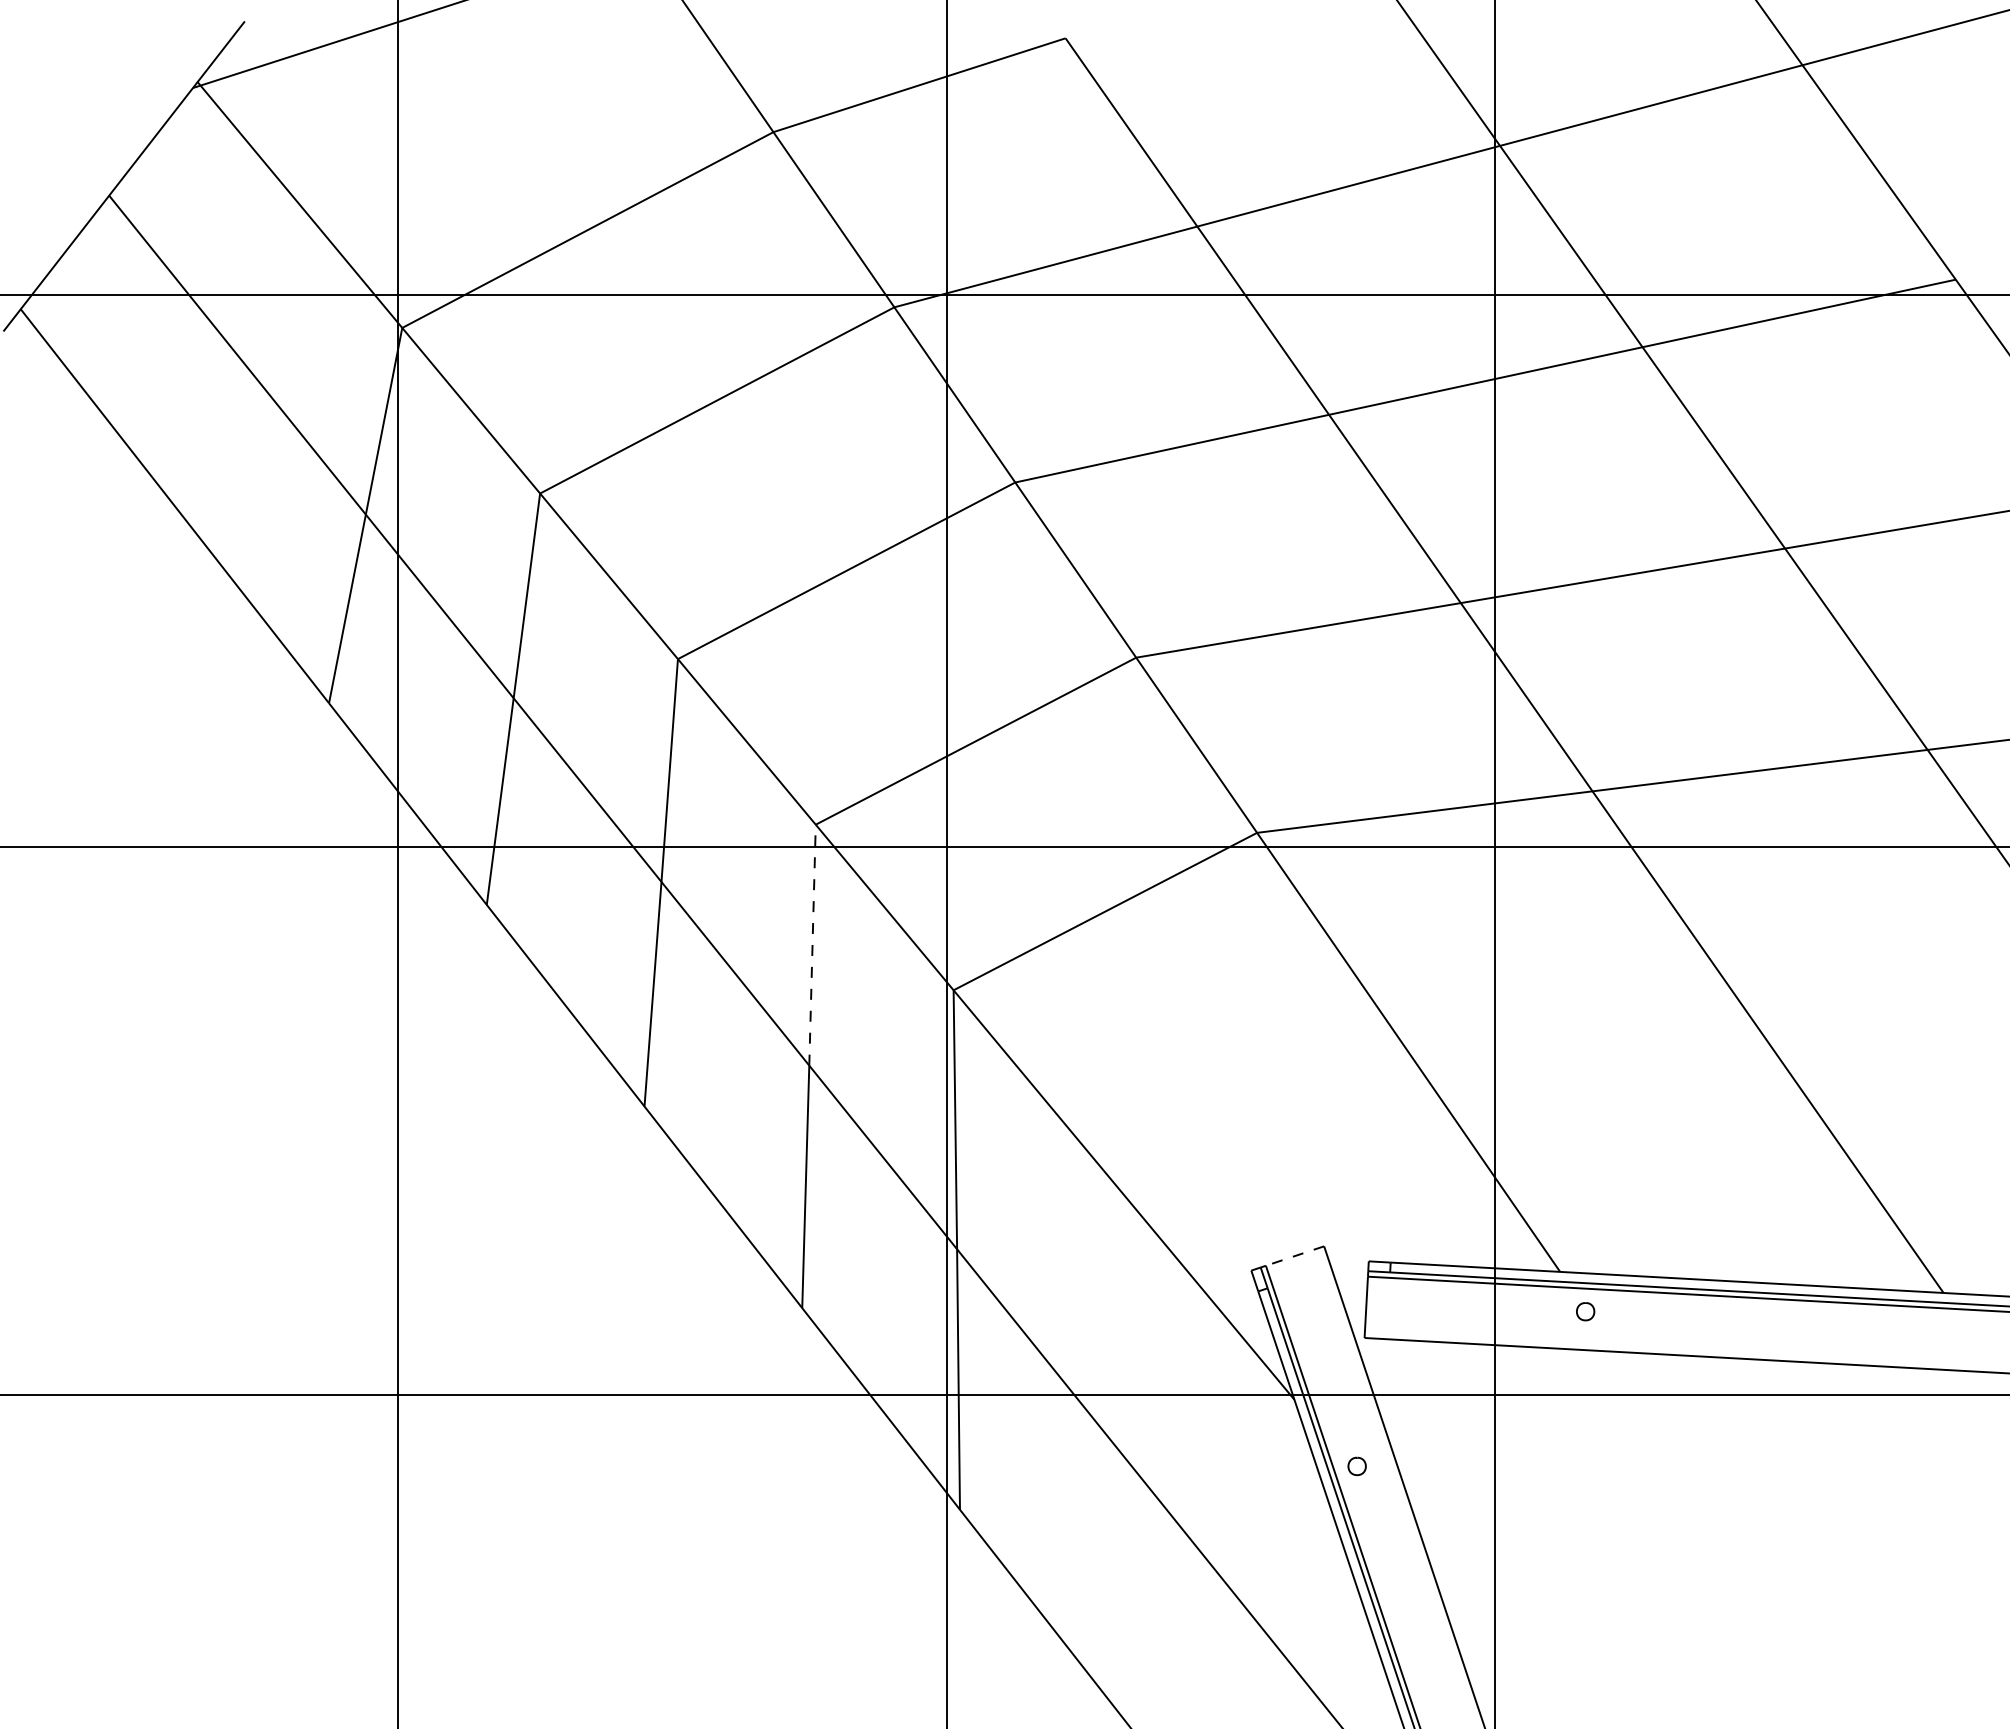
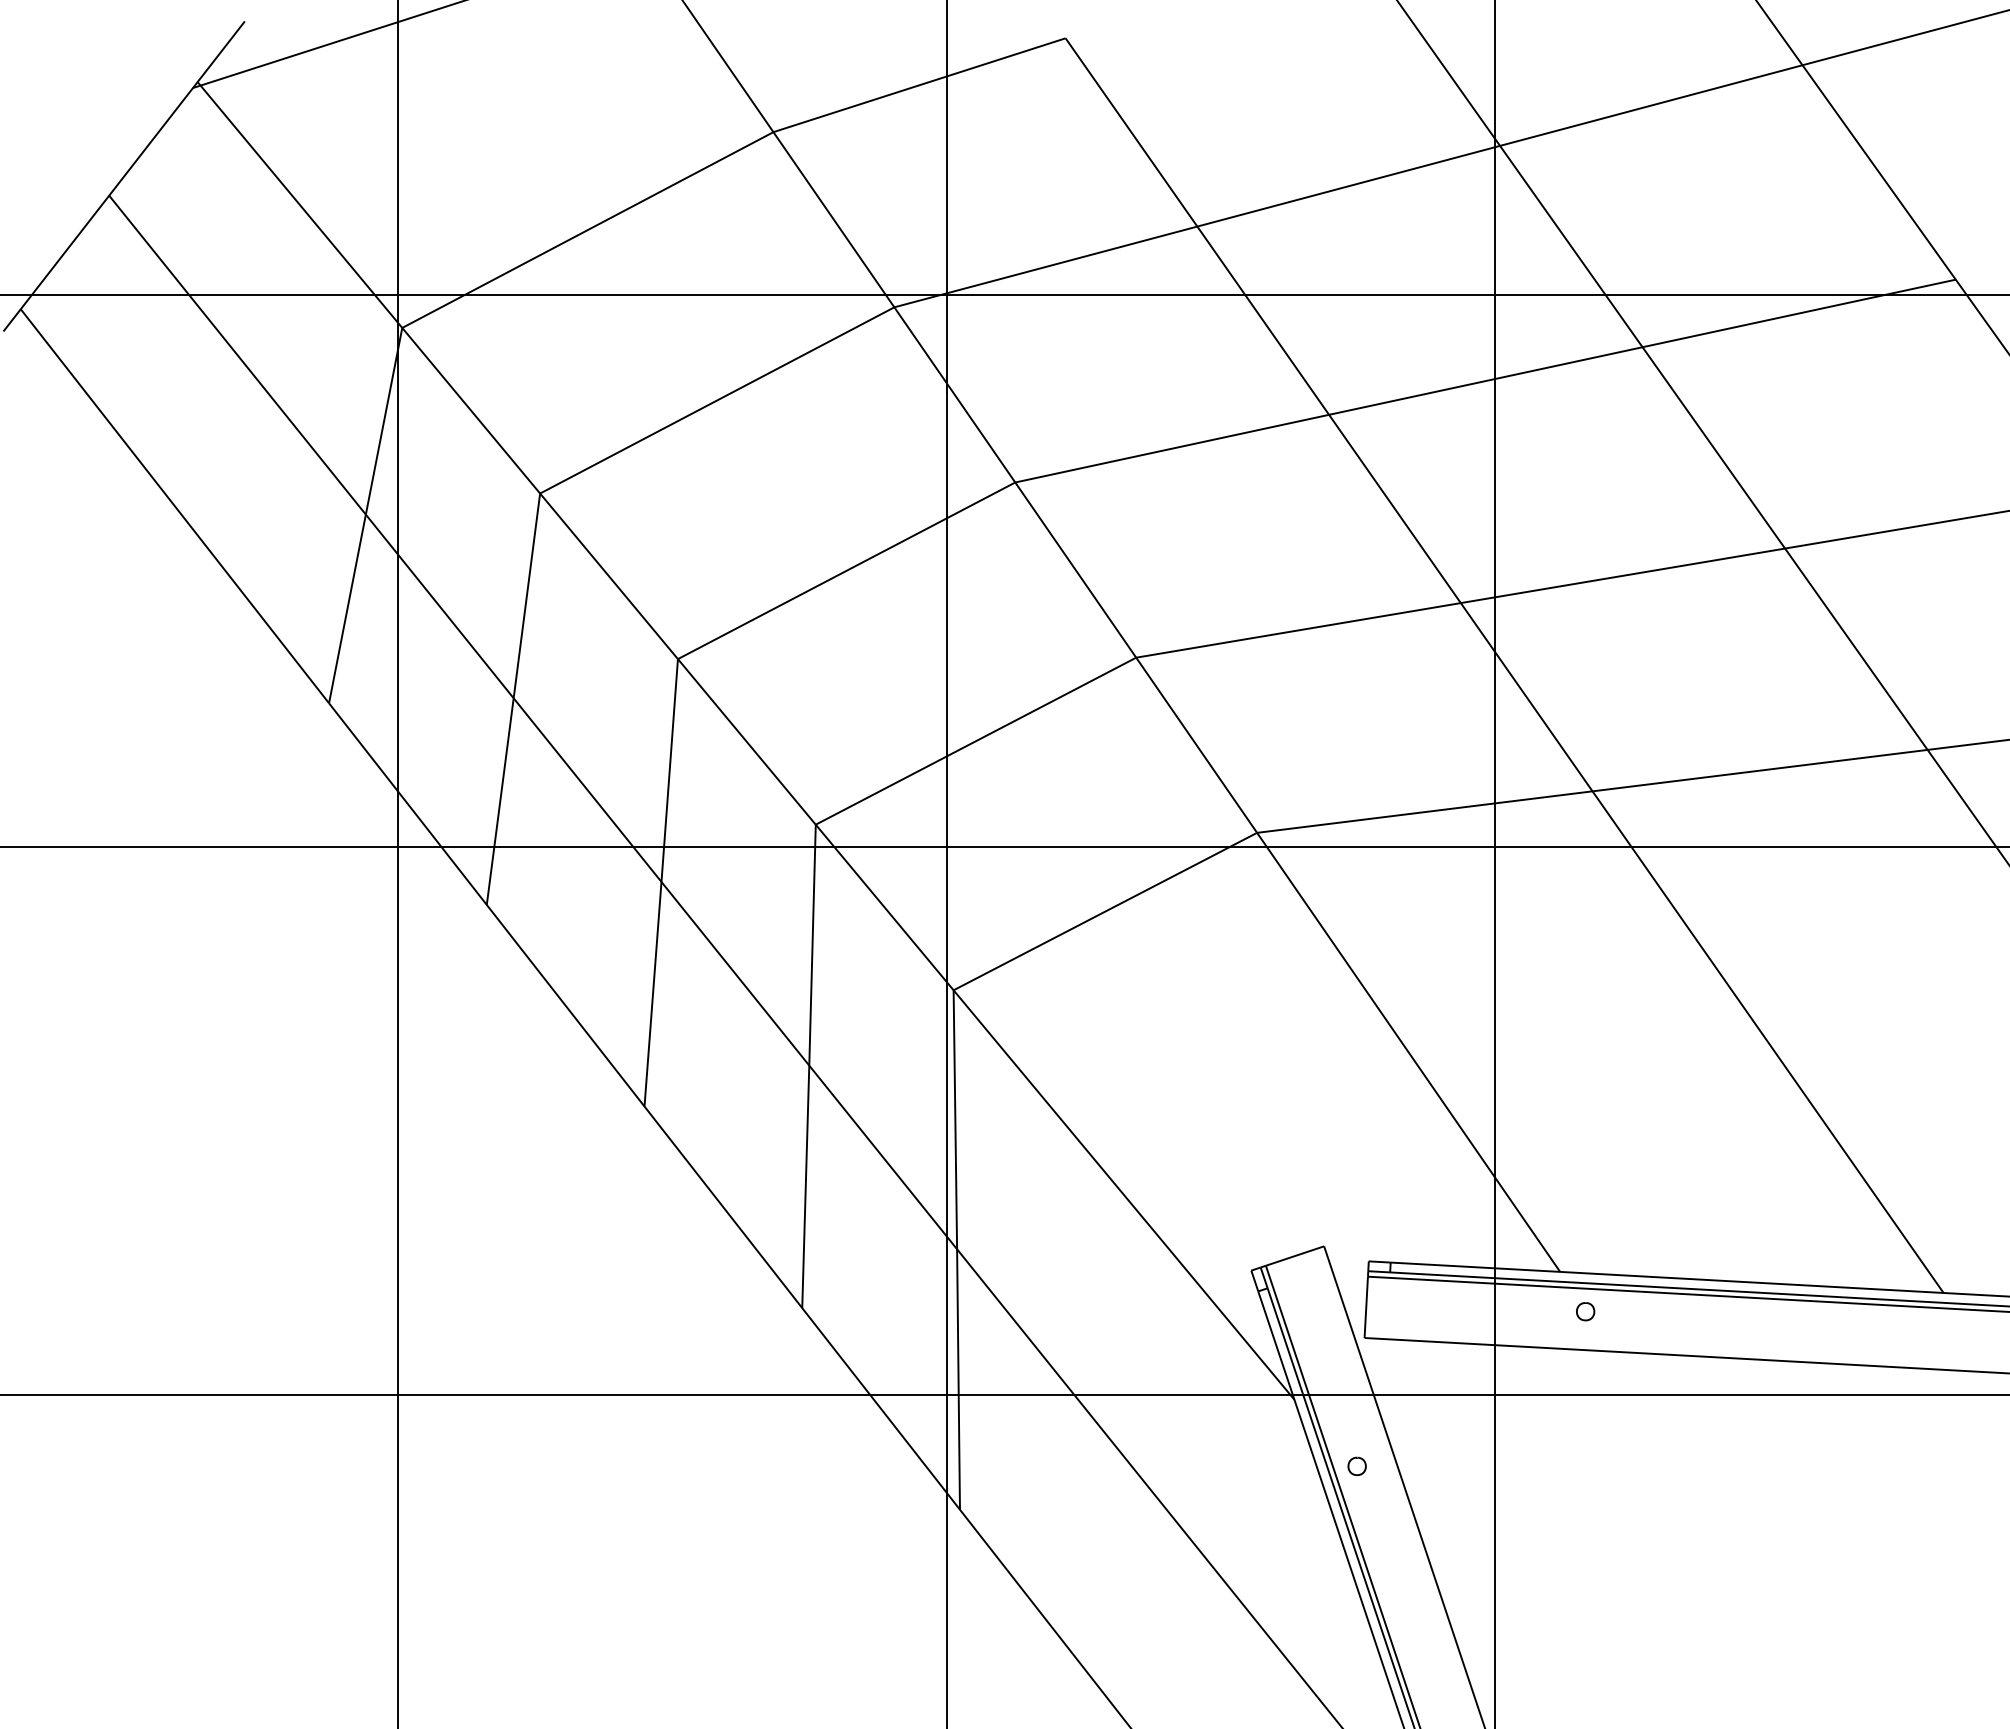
line at (812, 944): dashed -> solid
line at (1295, 1256): dashed -> solid
